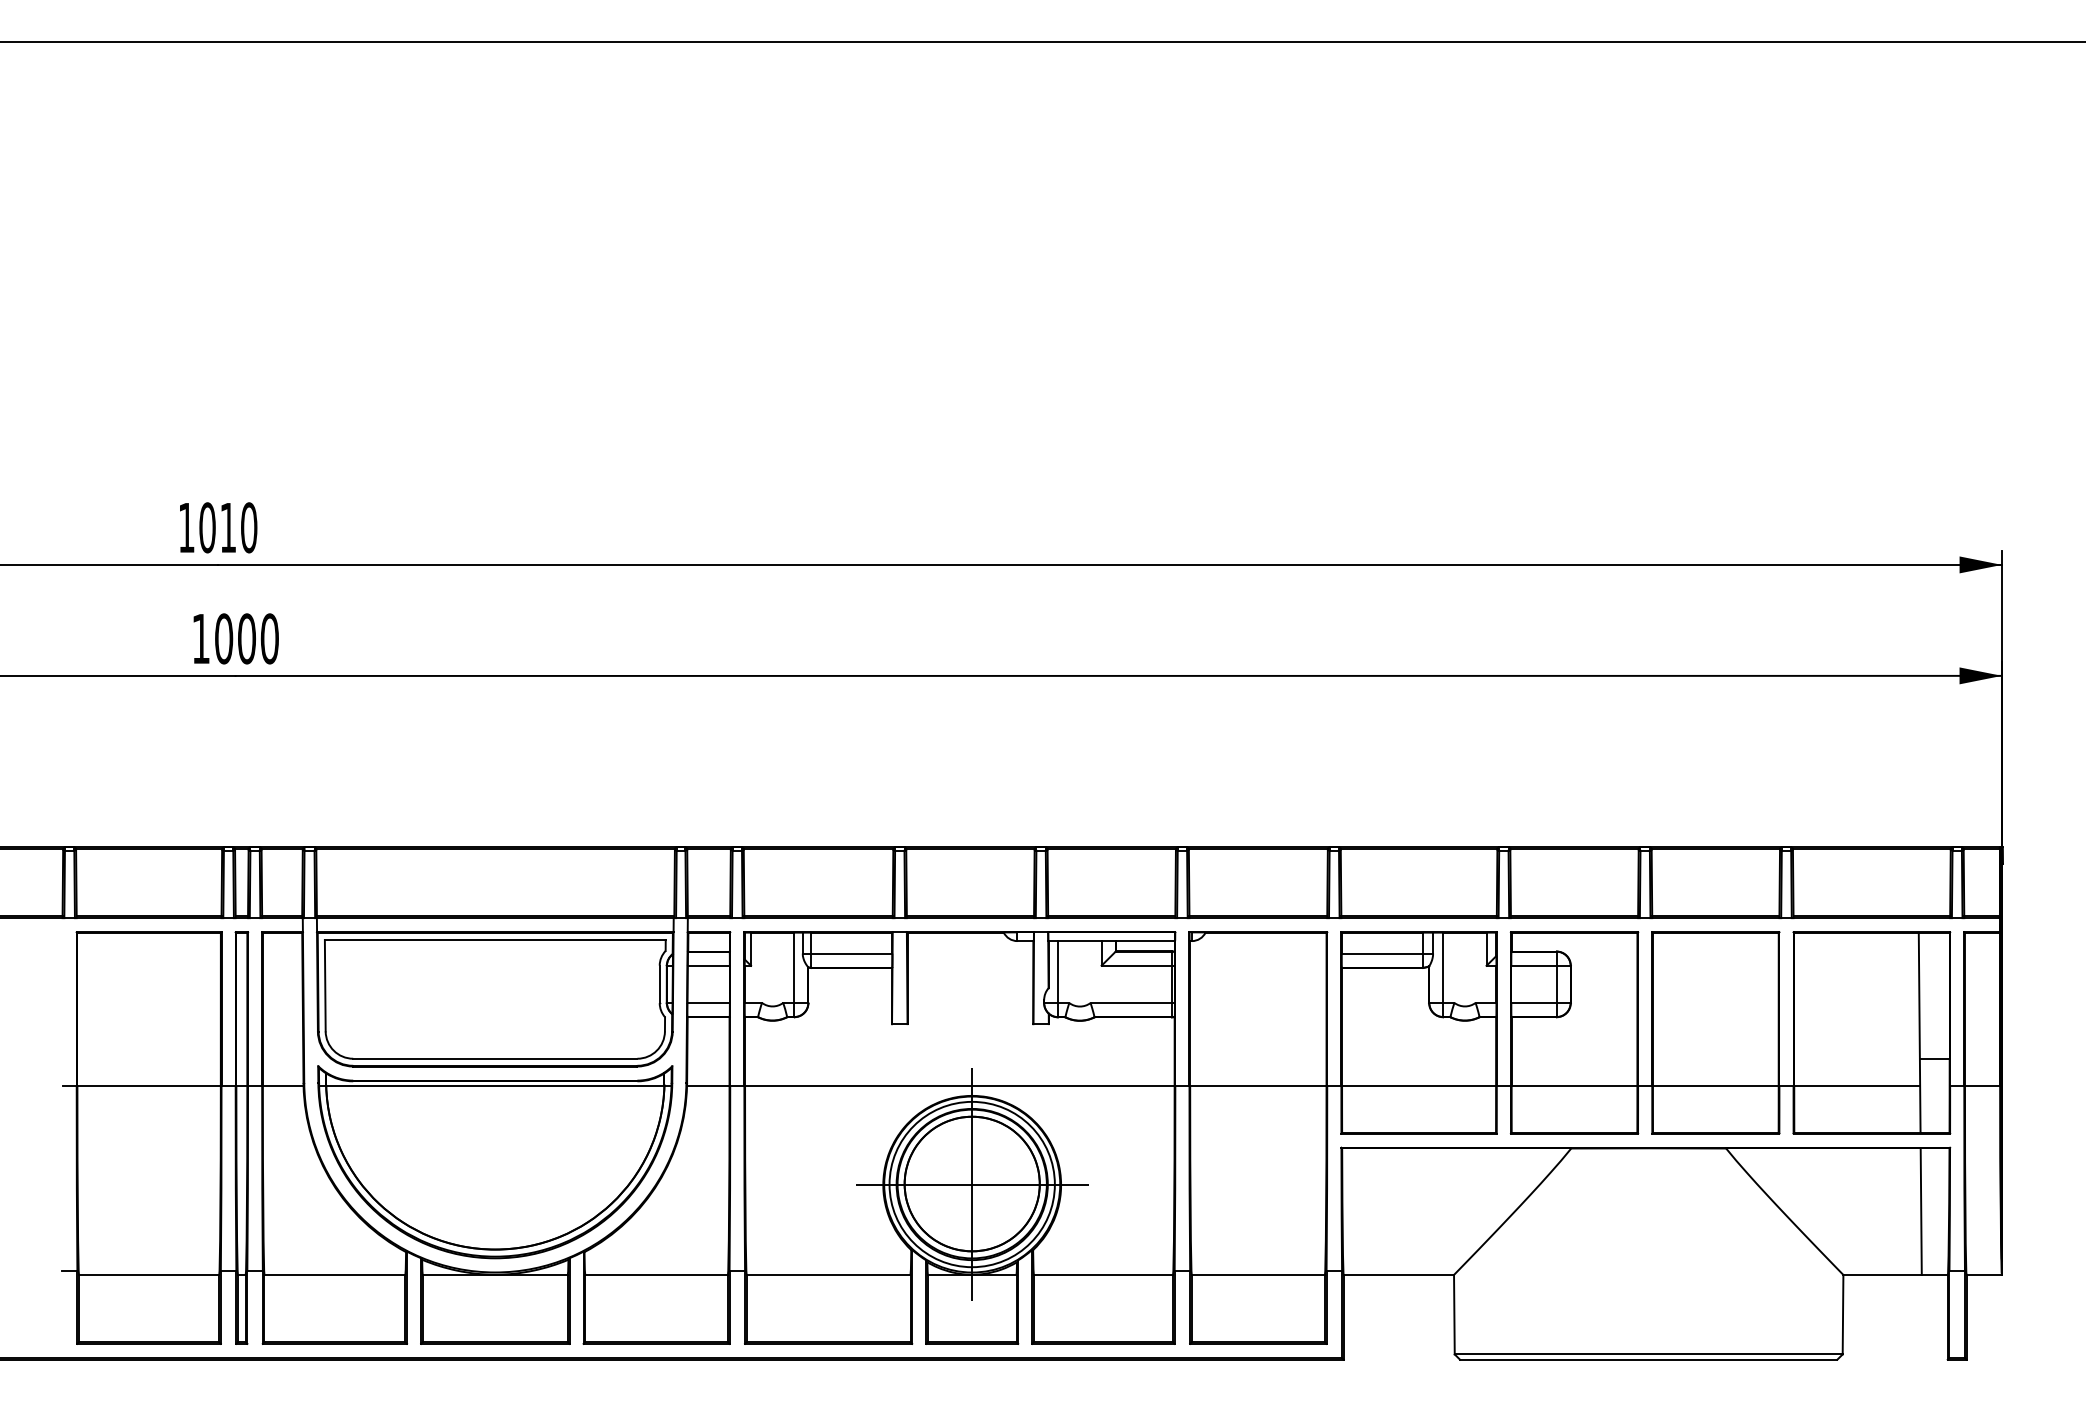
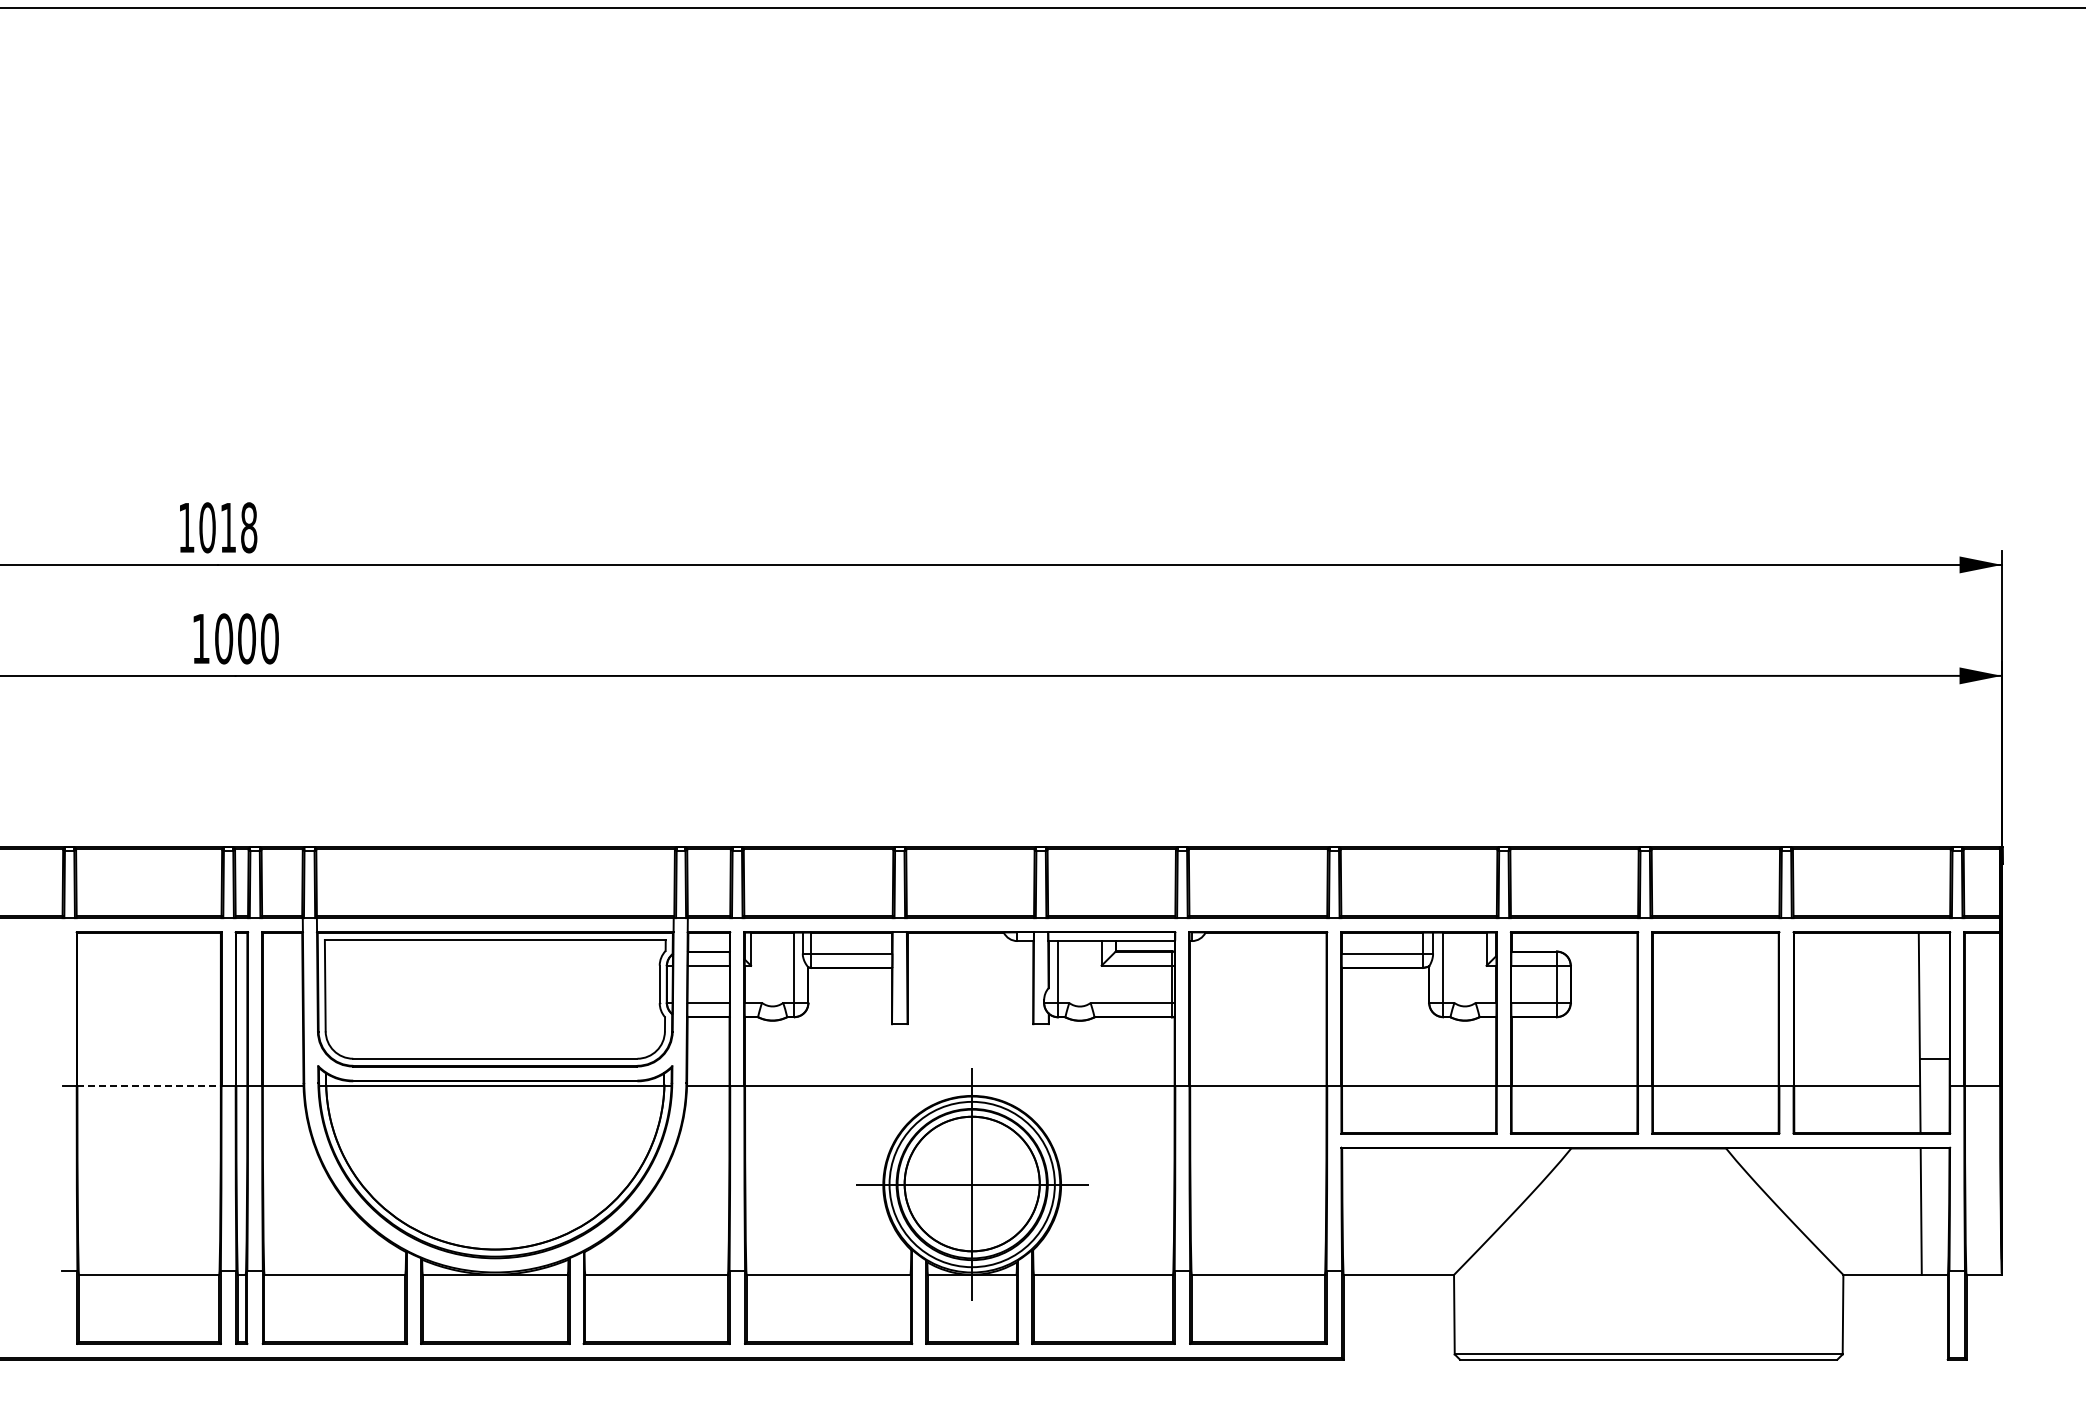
line at (1042, 42) position: (1042, 42) -> (1042, 8)
text at (249, 527): 1010 -> 1018
line at (149, 1085): solid -> dashed
